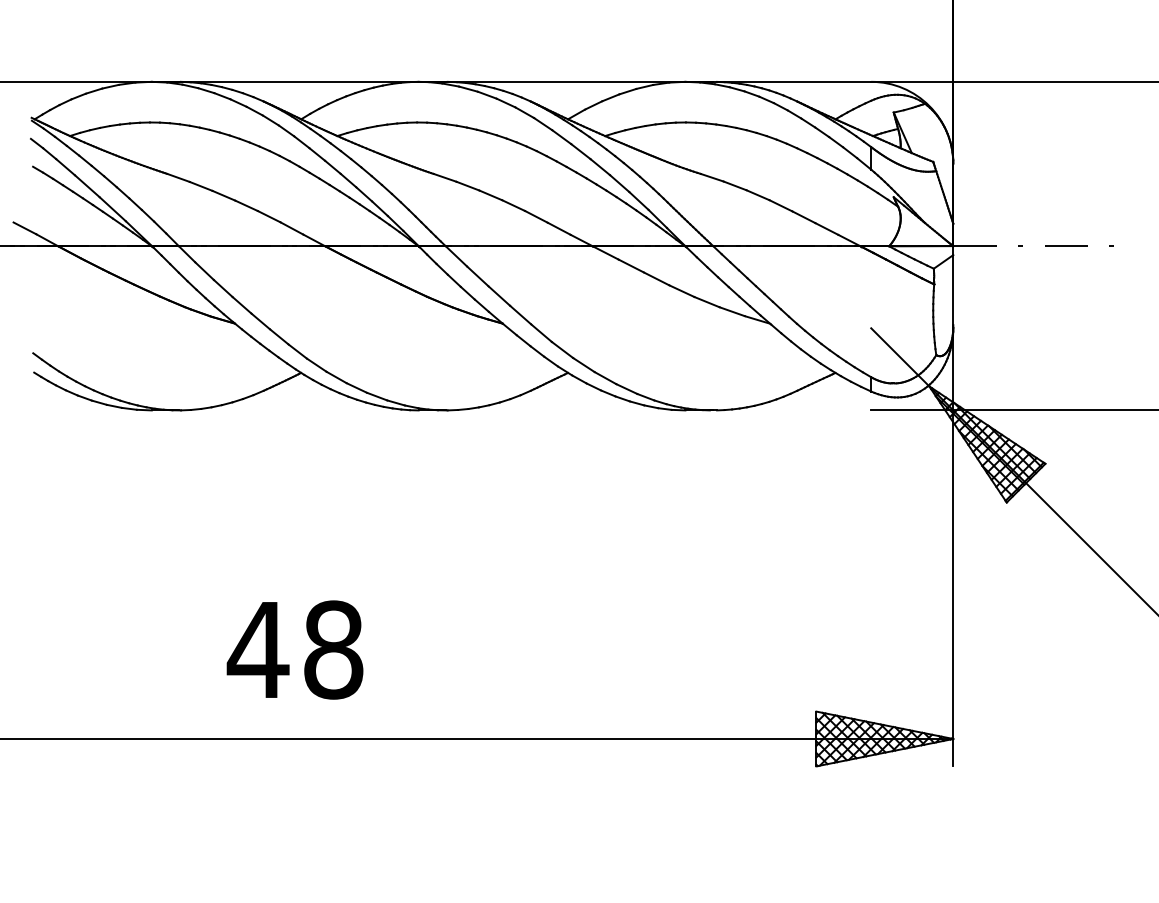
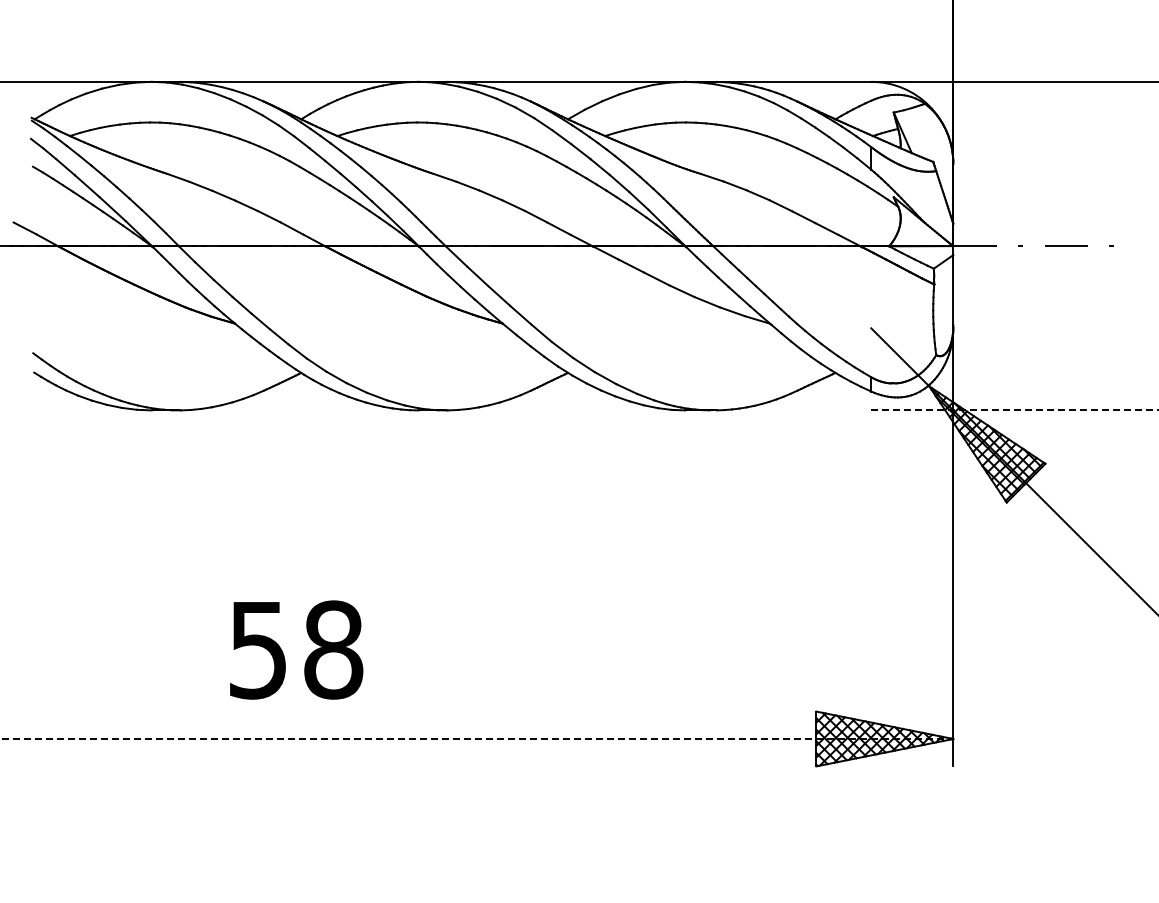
line at (1014, 410): solid -> dashed
text at (257, 650): 48 -> 58
line at (477, 738): solid -> dashed
